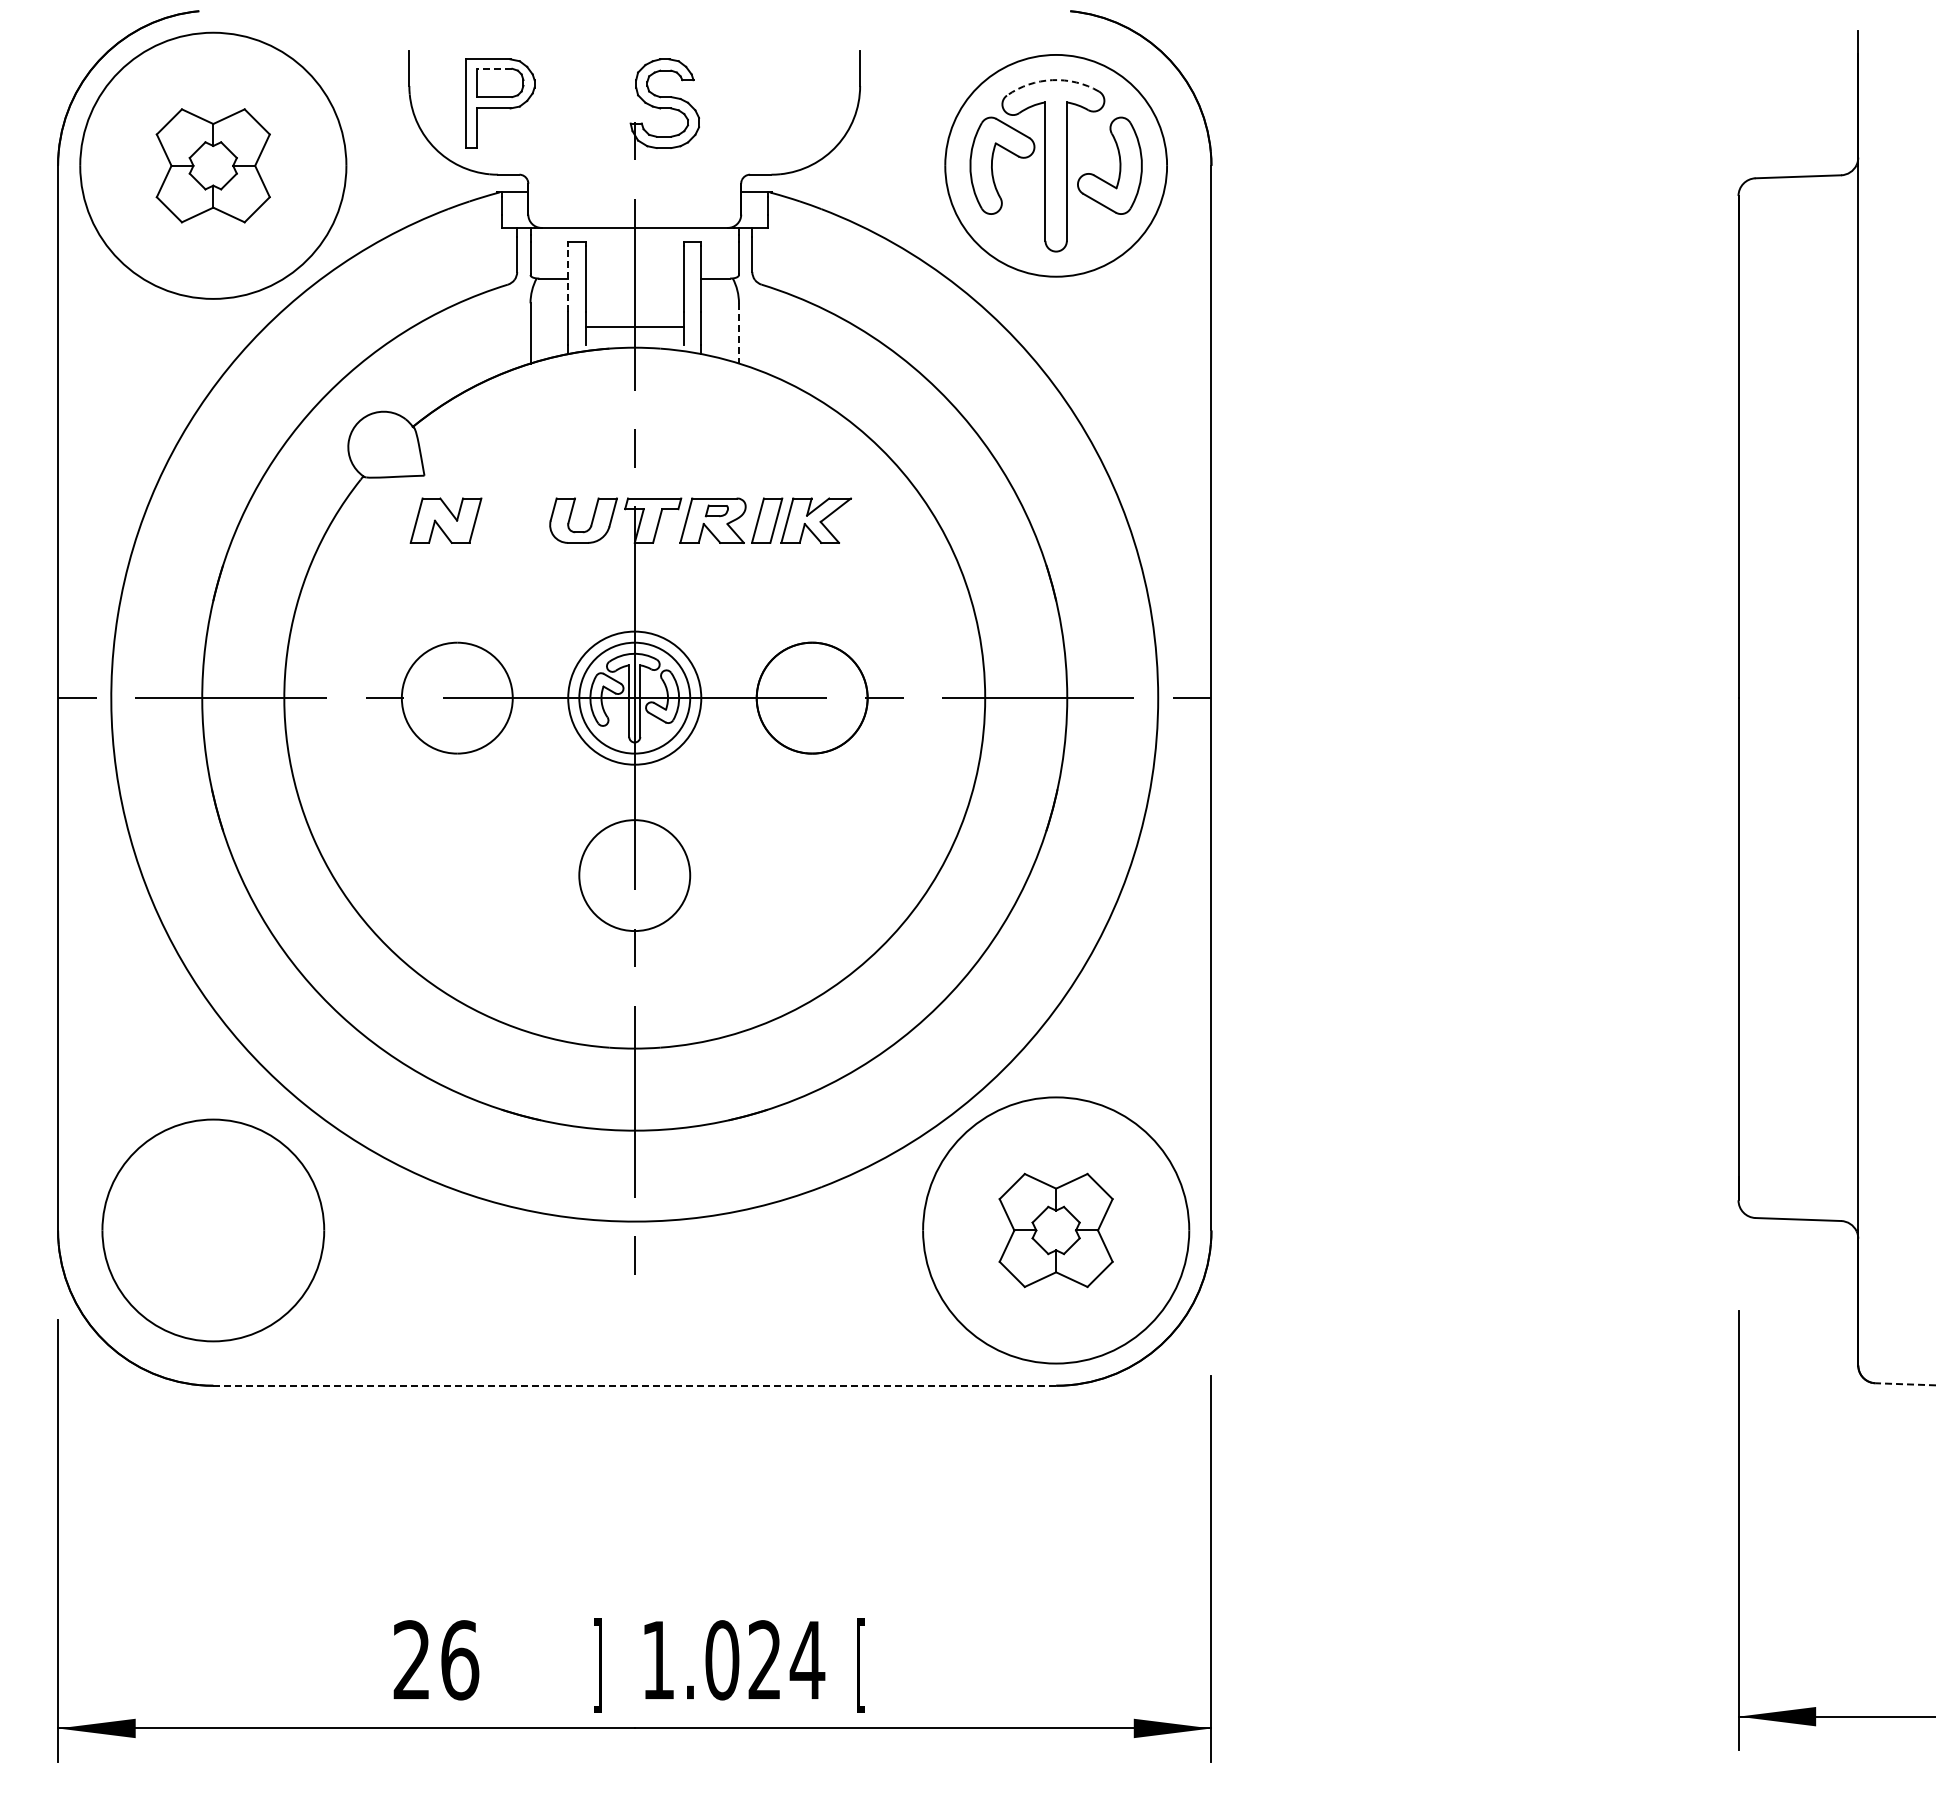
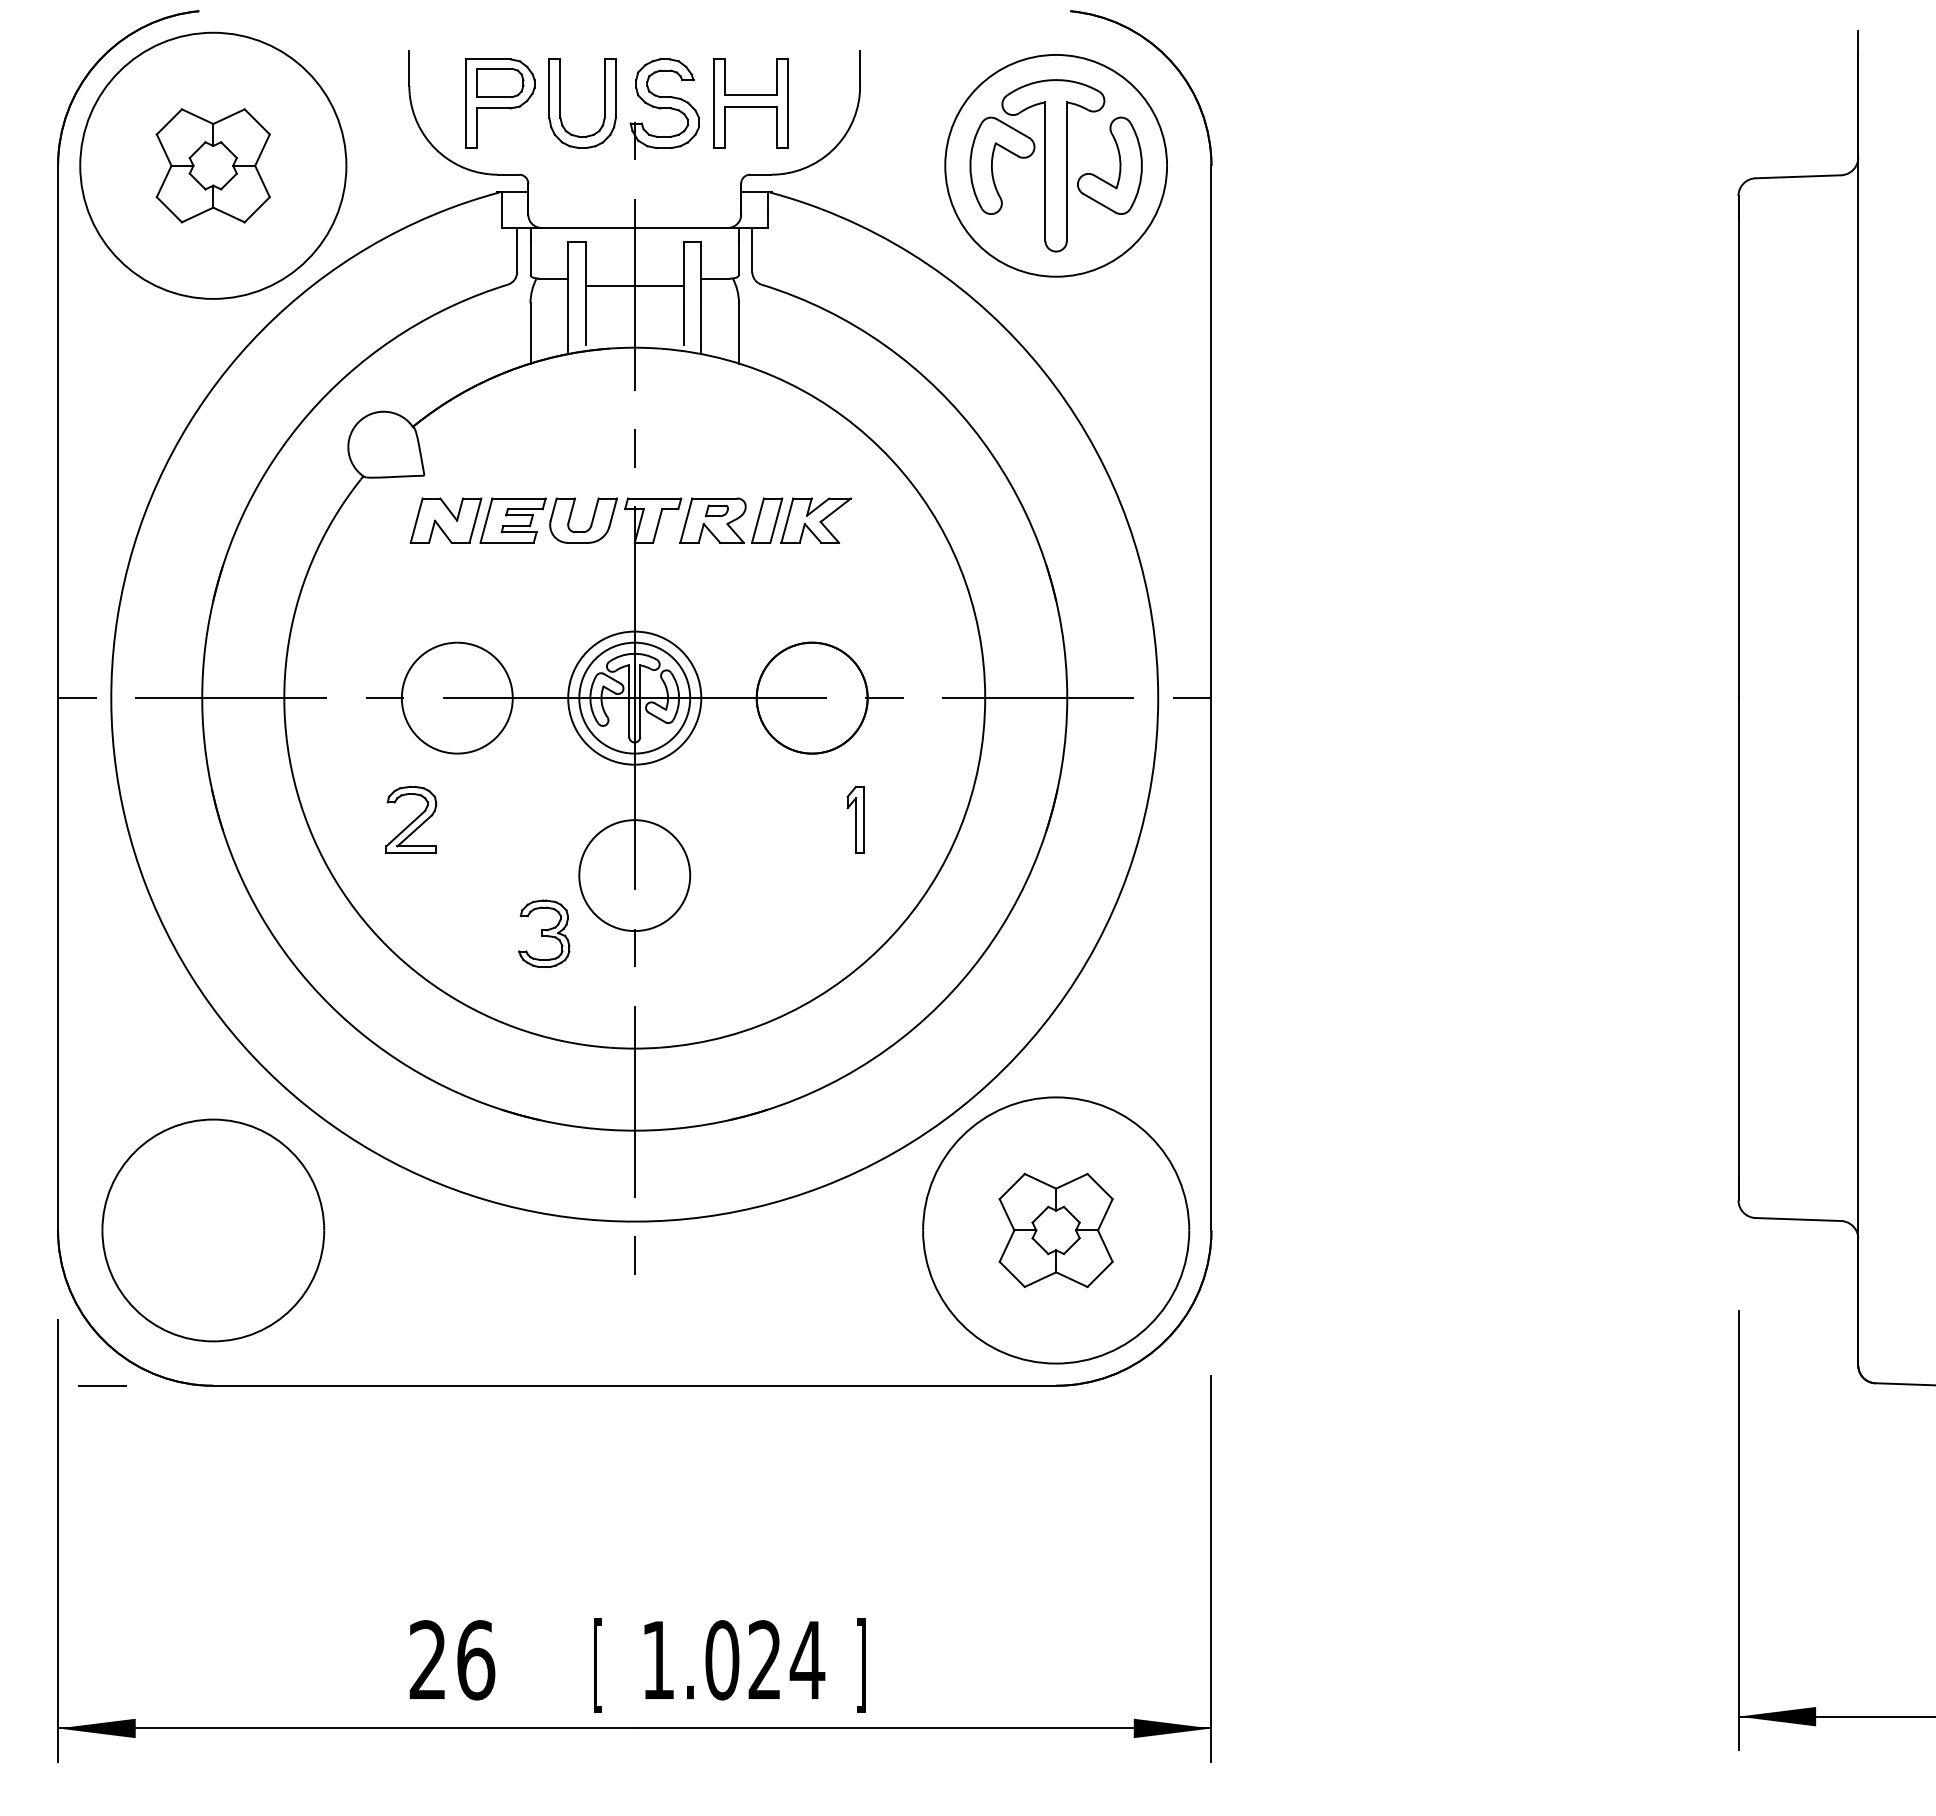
line at (494, 68): dashed -> solid
arc at (1052, 80): dashed -> solid
part at (560, 103): none -> present
part at (750, 103): none -> present
line at (568, 278): dashed -> solid
line at (634, 326) position: (634, 326) -> (634, 285)
line at (739, 333): dashed -> solid
part at (512, 520): none -> present
part at (411, 819): none -> present
part at (855, 819): none -> present
part at (544, 933): none -> present
line at (1905, 1384): dashed -> solid
line at (102, 1385): none -> present
line at (635, 1385): dashed -> solid
text at (436, 1660) position: (436, 1660) -> (452, 1660)
text at (597, 1665): ] -> [
text at (861, 1665): [ -> ]
